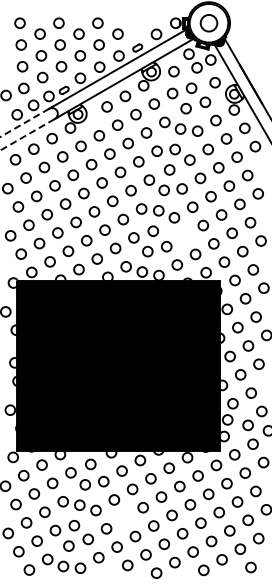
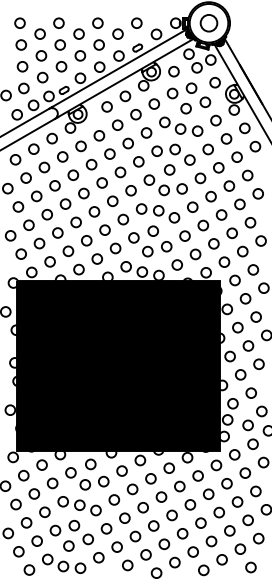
circle at (136, 22): none -> present
line at (24, 122): dashed -> solid
line at (28, 134): dashed -> solid
circle at (184, 235): none -> present
circle at (124, 517): none -> present
